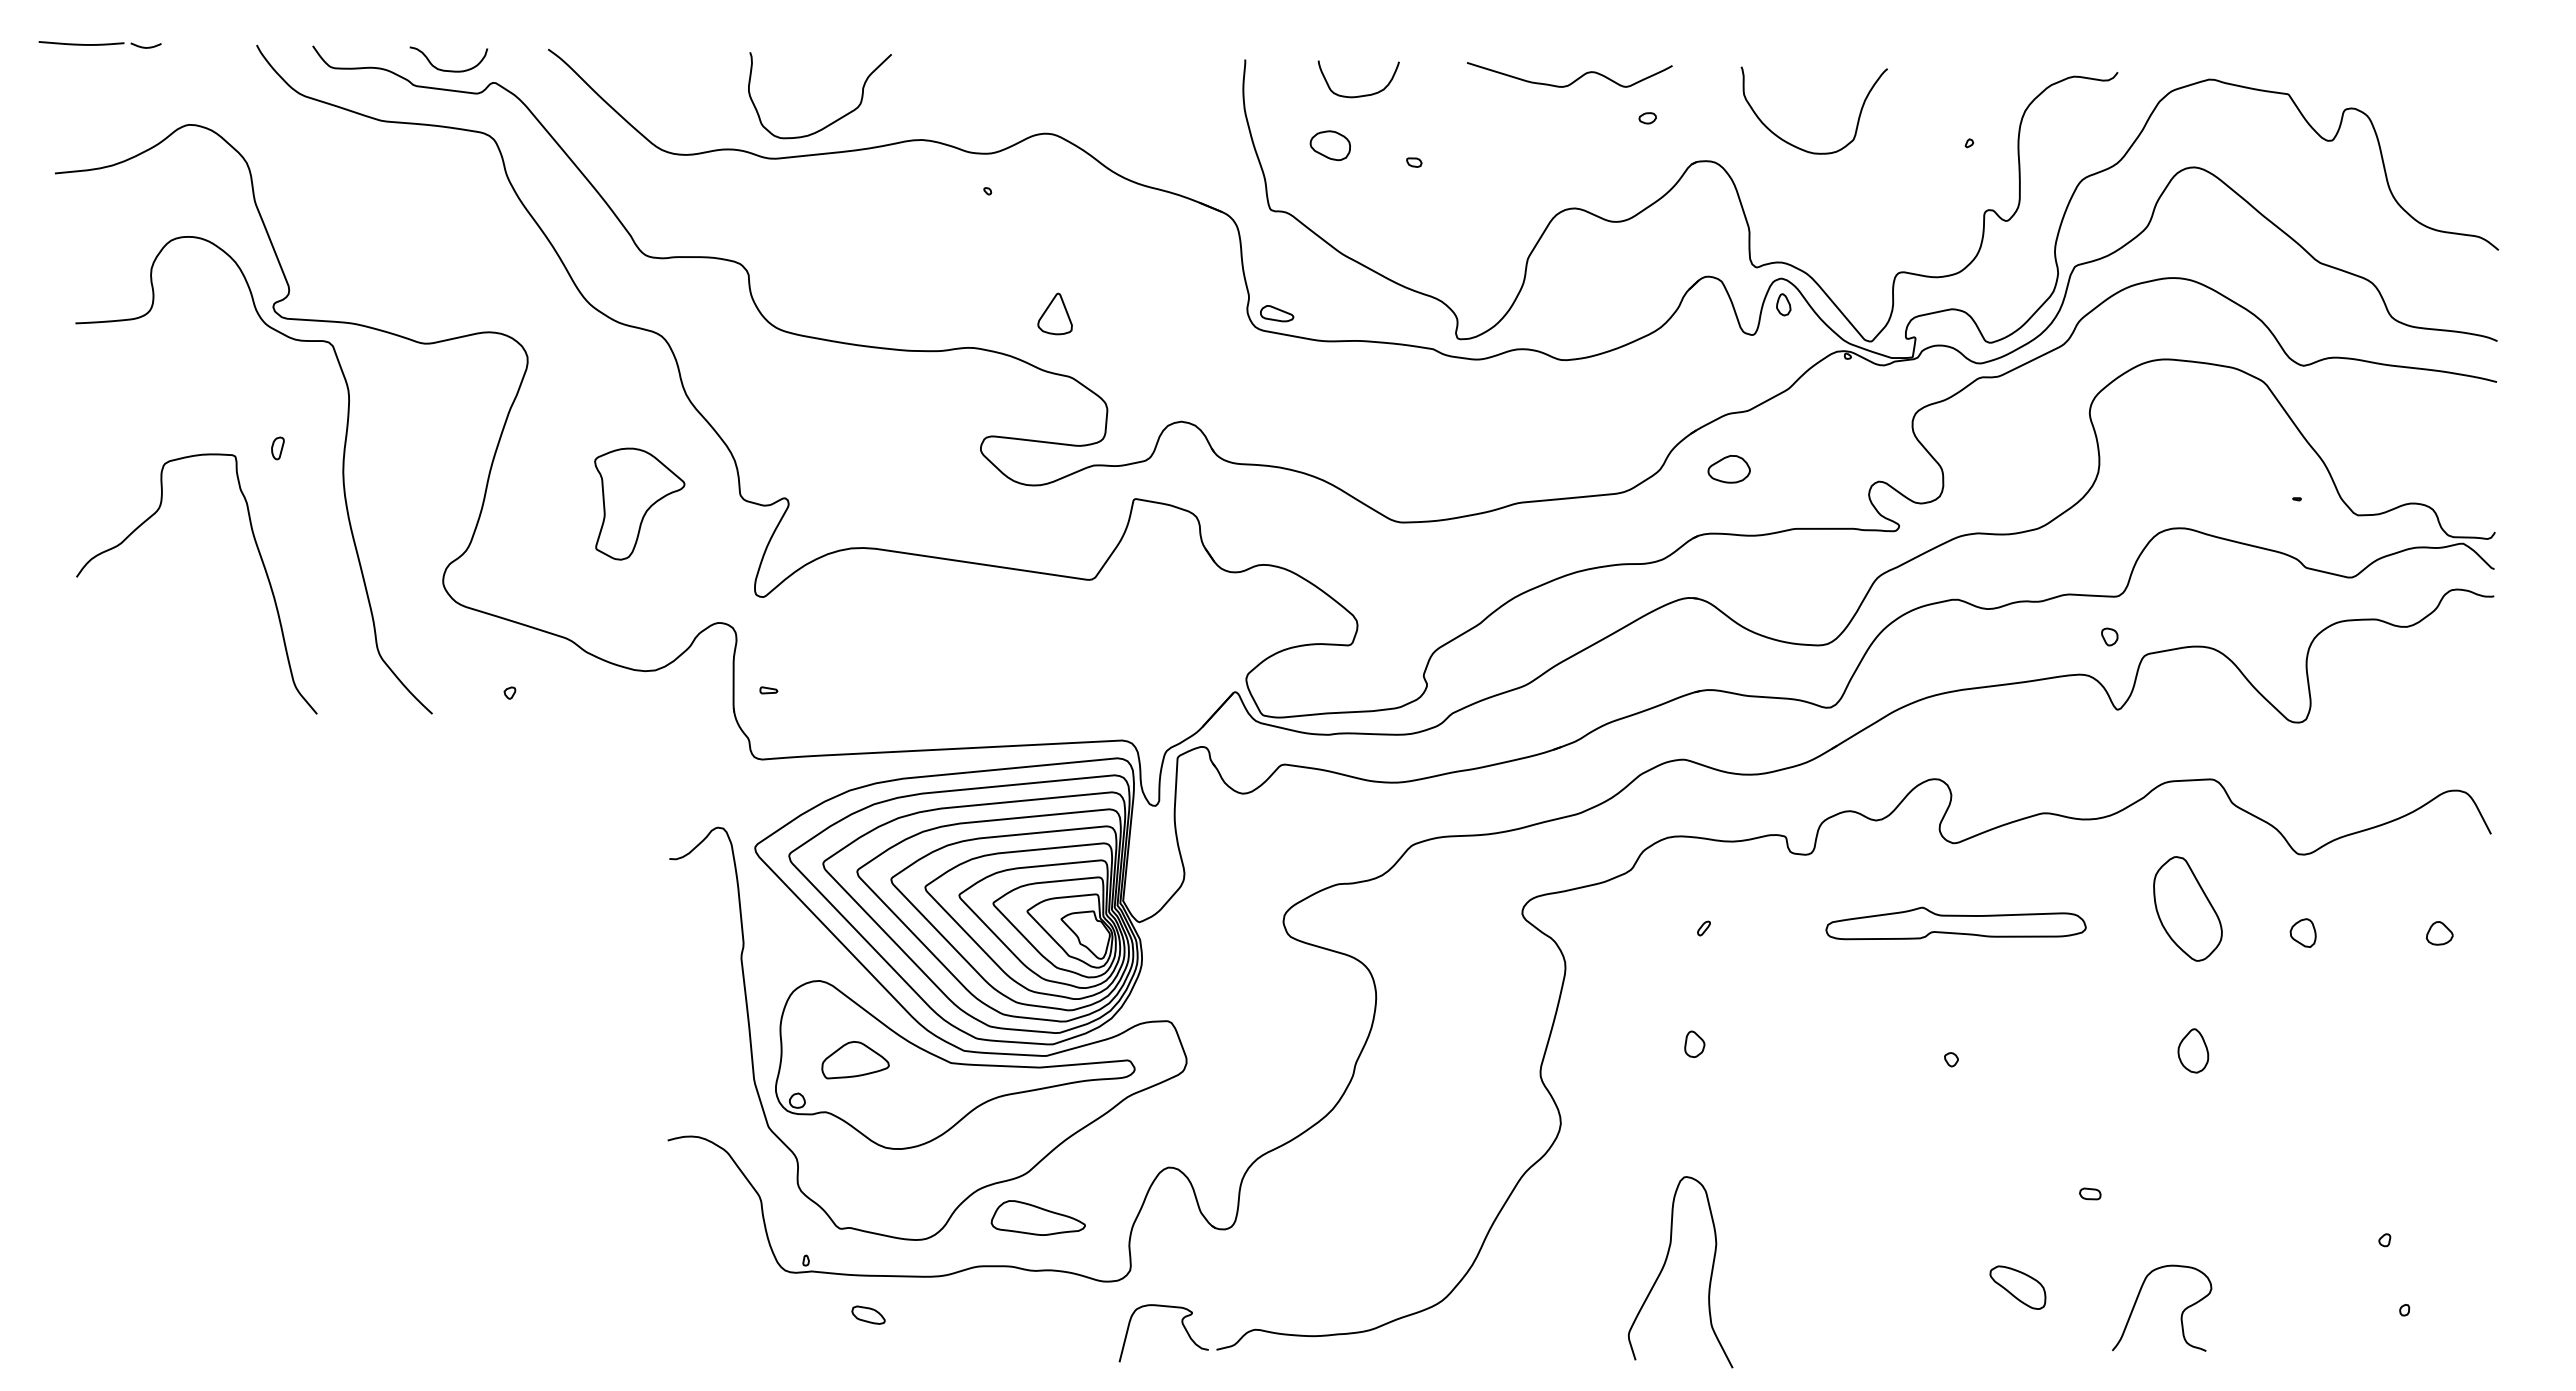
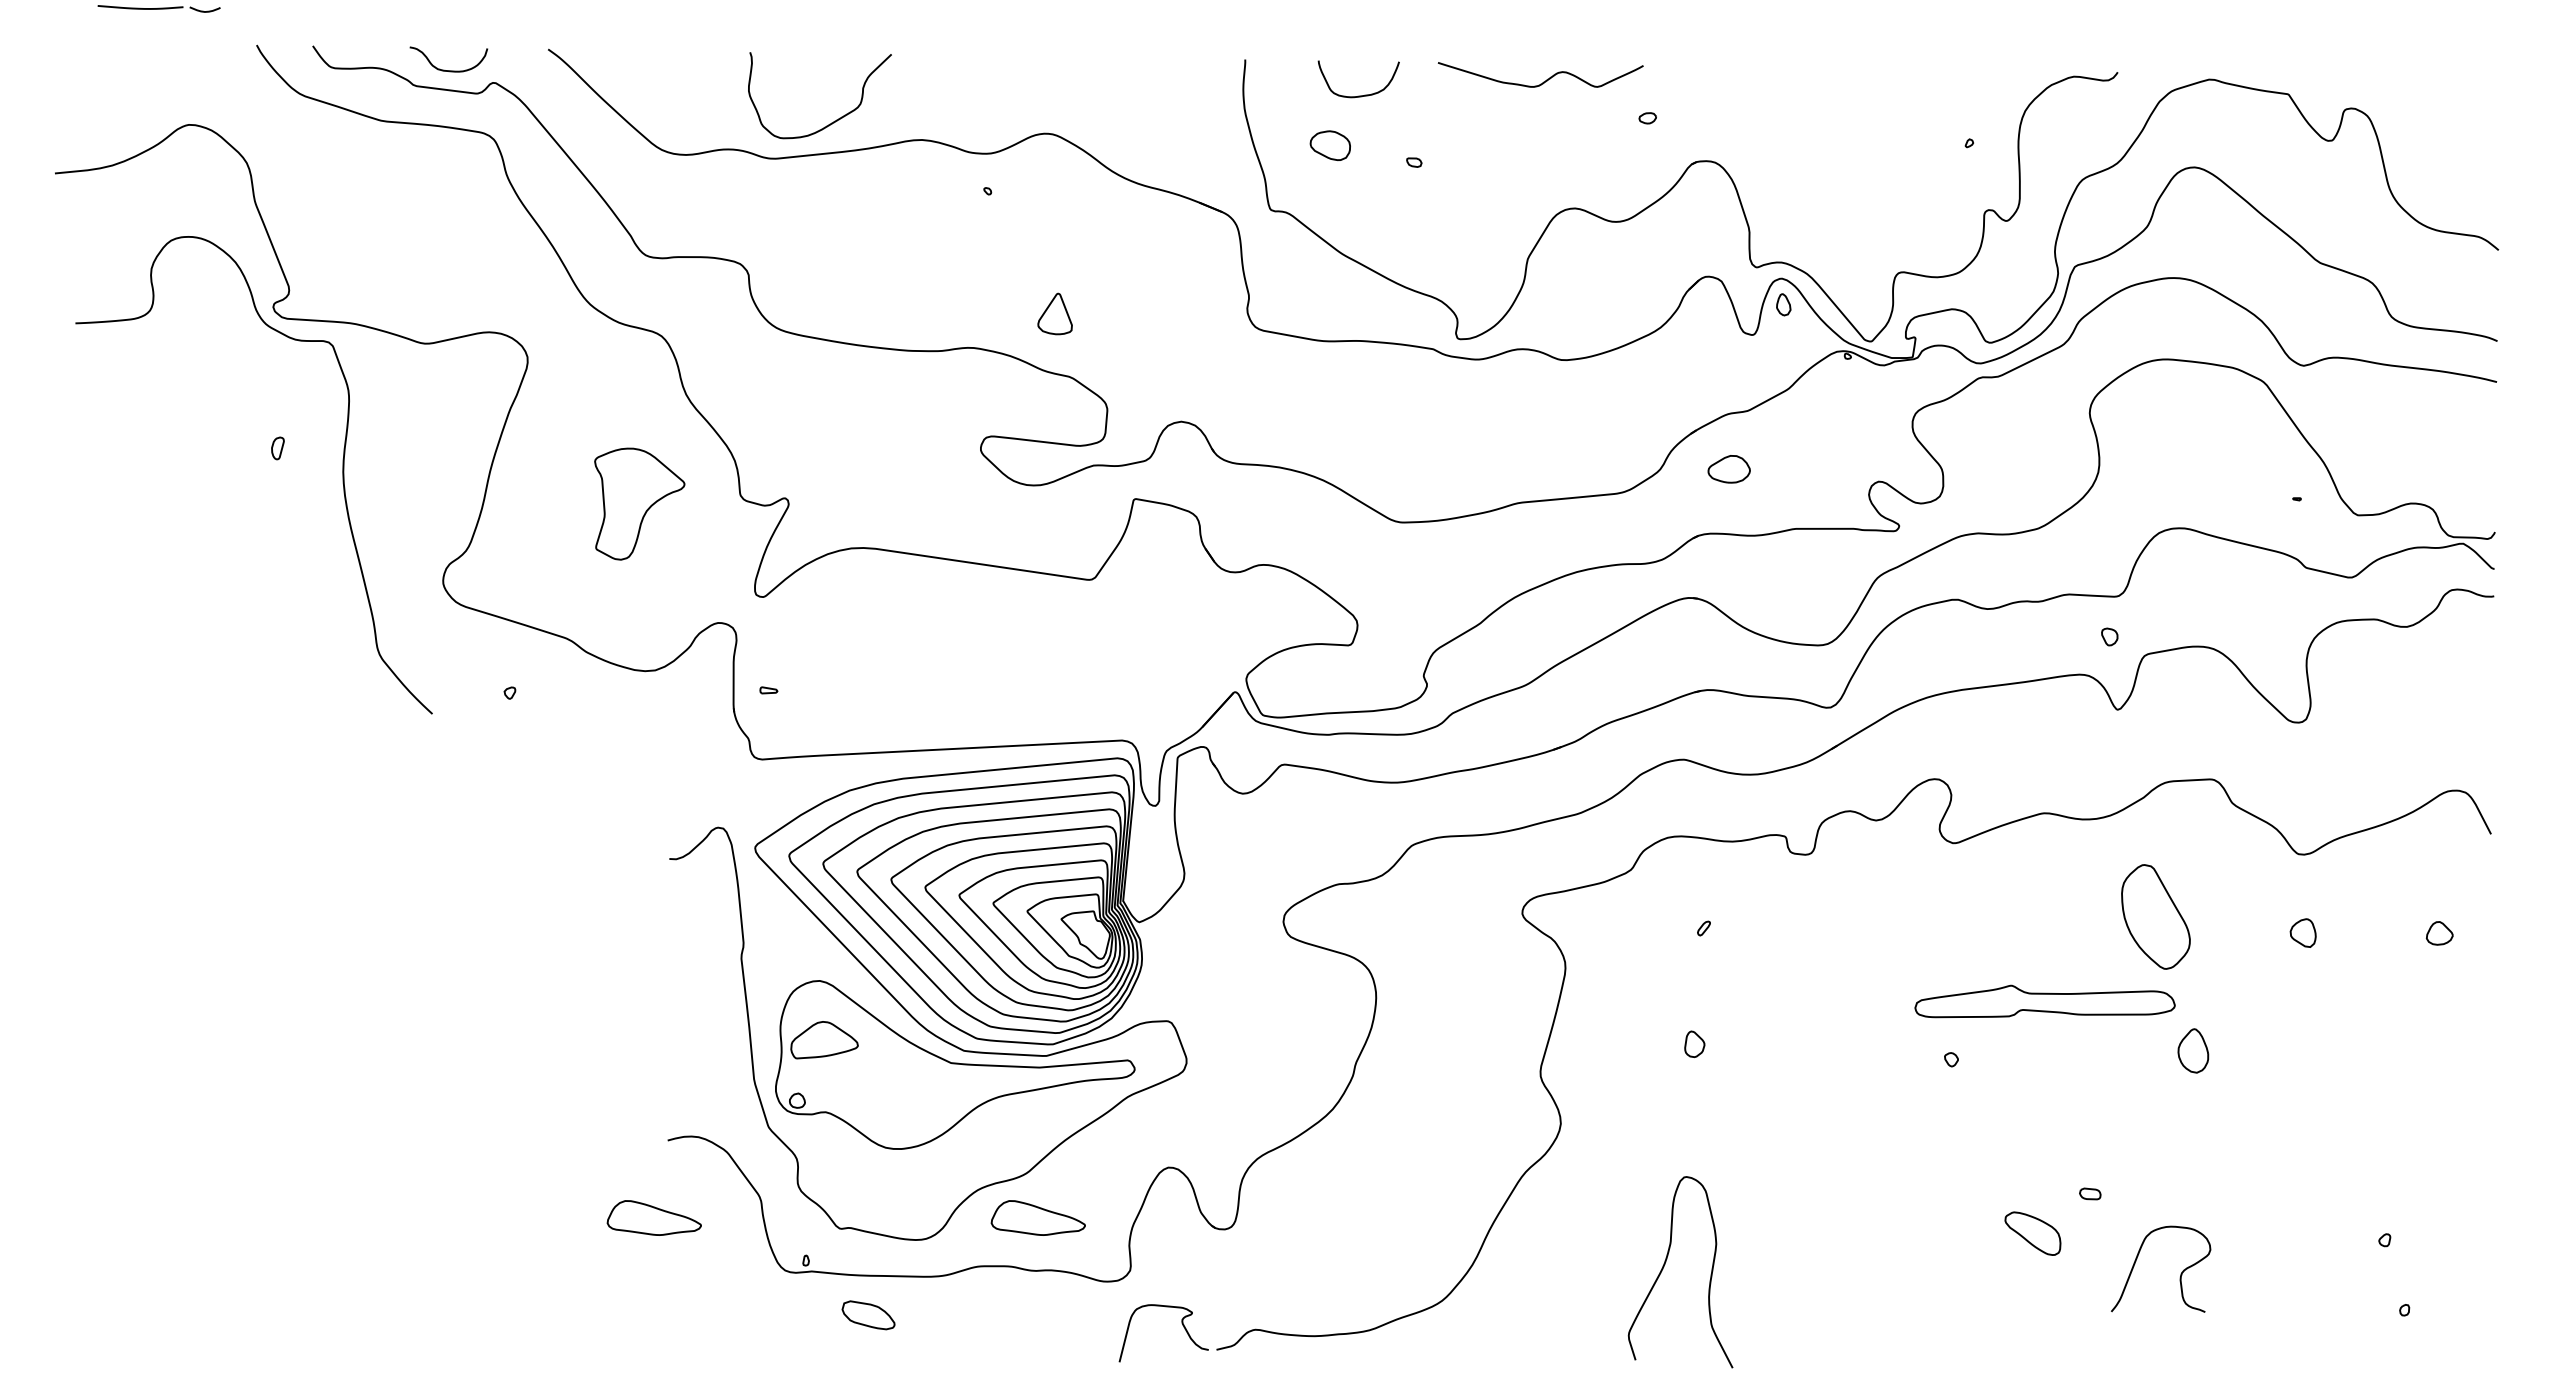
part at (99, 44) position: (99, 44) -> (158, 8)
curve at (1572, 81) position: (1572, 81) -> (1543, 81)
curve at (1795, 145): present -> none
part at (1277, 313): present -> none
curve at (259, 556): present -> none
part at (2187, 908) position: (2187, 908) -> (2155, 916)
part at (1955, 923) position: (1955, 923) -> (2044, 1001)
part at (855, 1060) position: (855, 1060) -> (824, 1040)
part at (653, 1217): none -> present
part at (2017, 1287) position: (2017, 1287) -> (2032, 1233)
curve at (2181, 1312) position: (2181, 1312) -> (2180, 1273)
part at (868, 1314) size: 35x20 px -> 55x31 px
